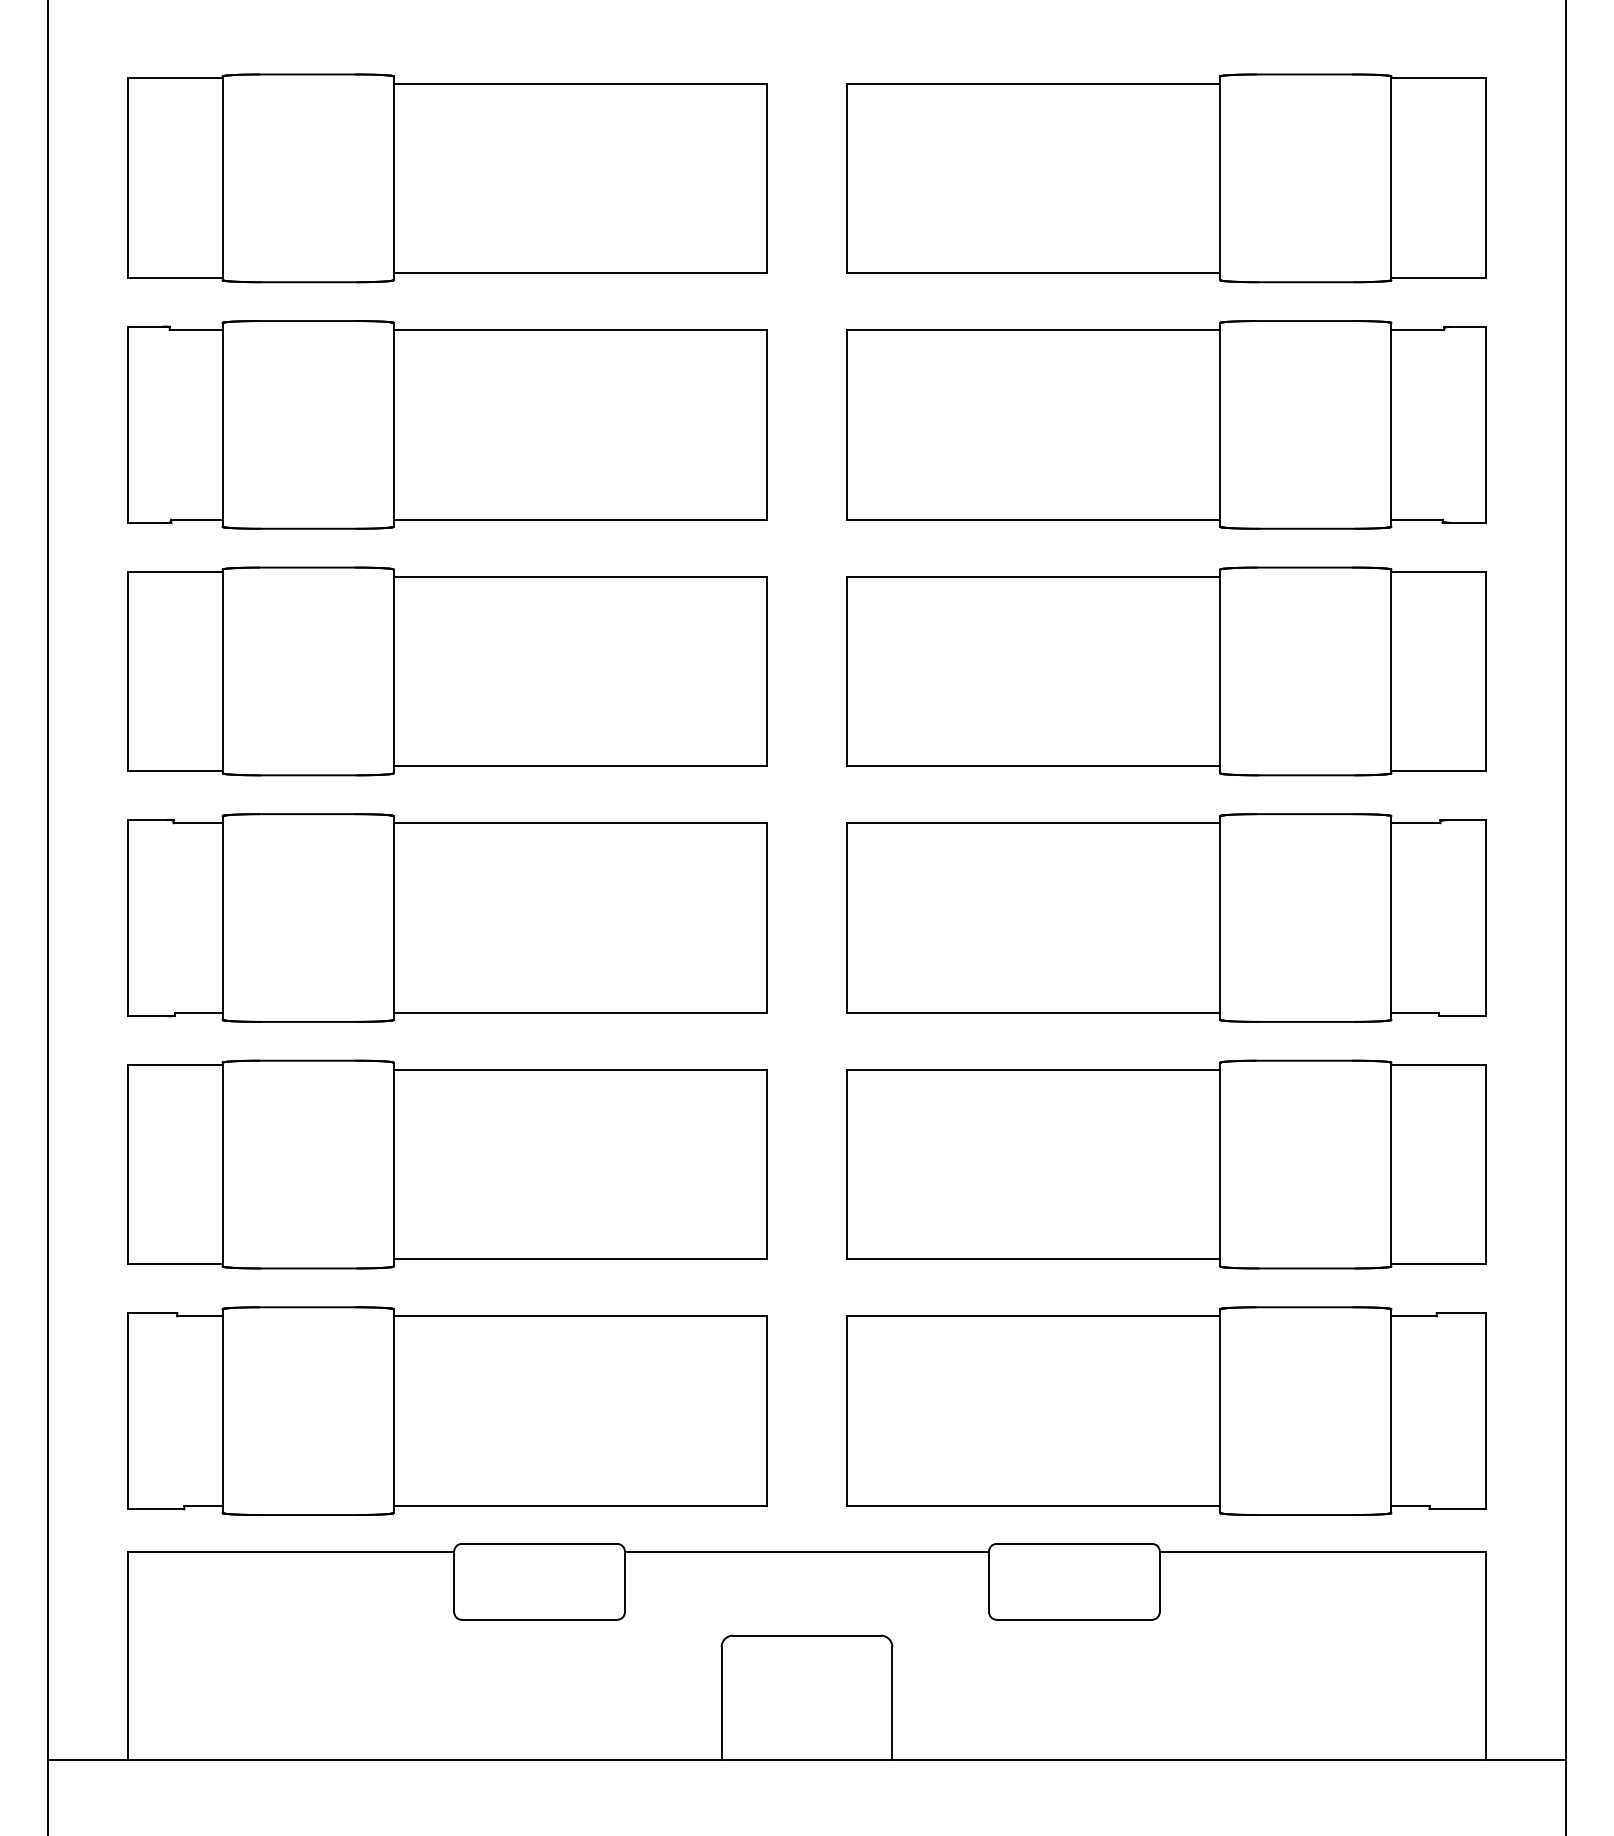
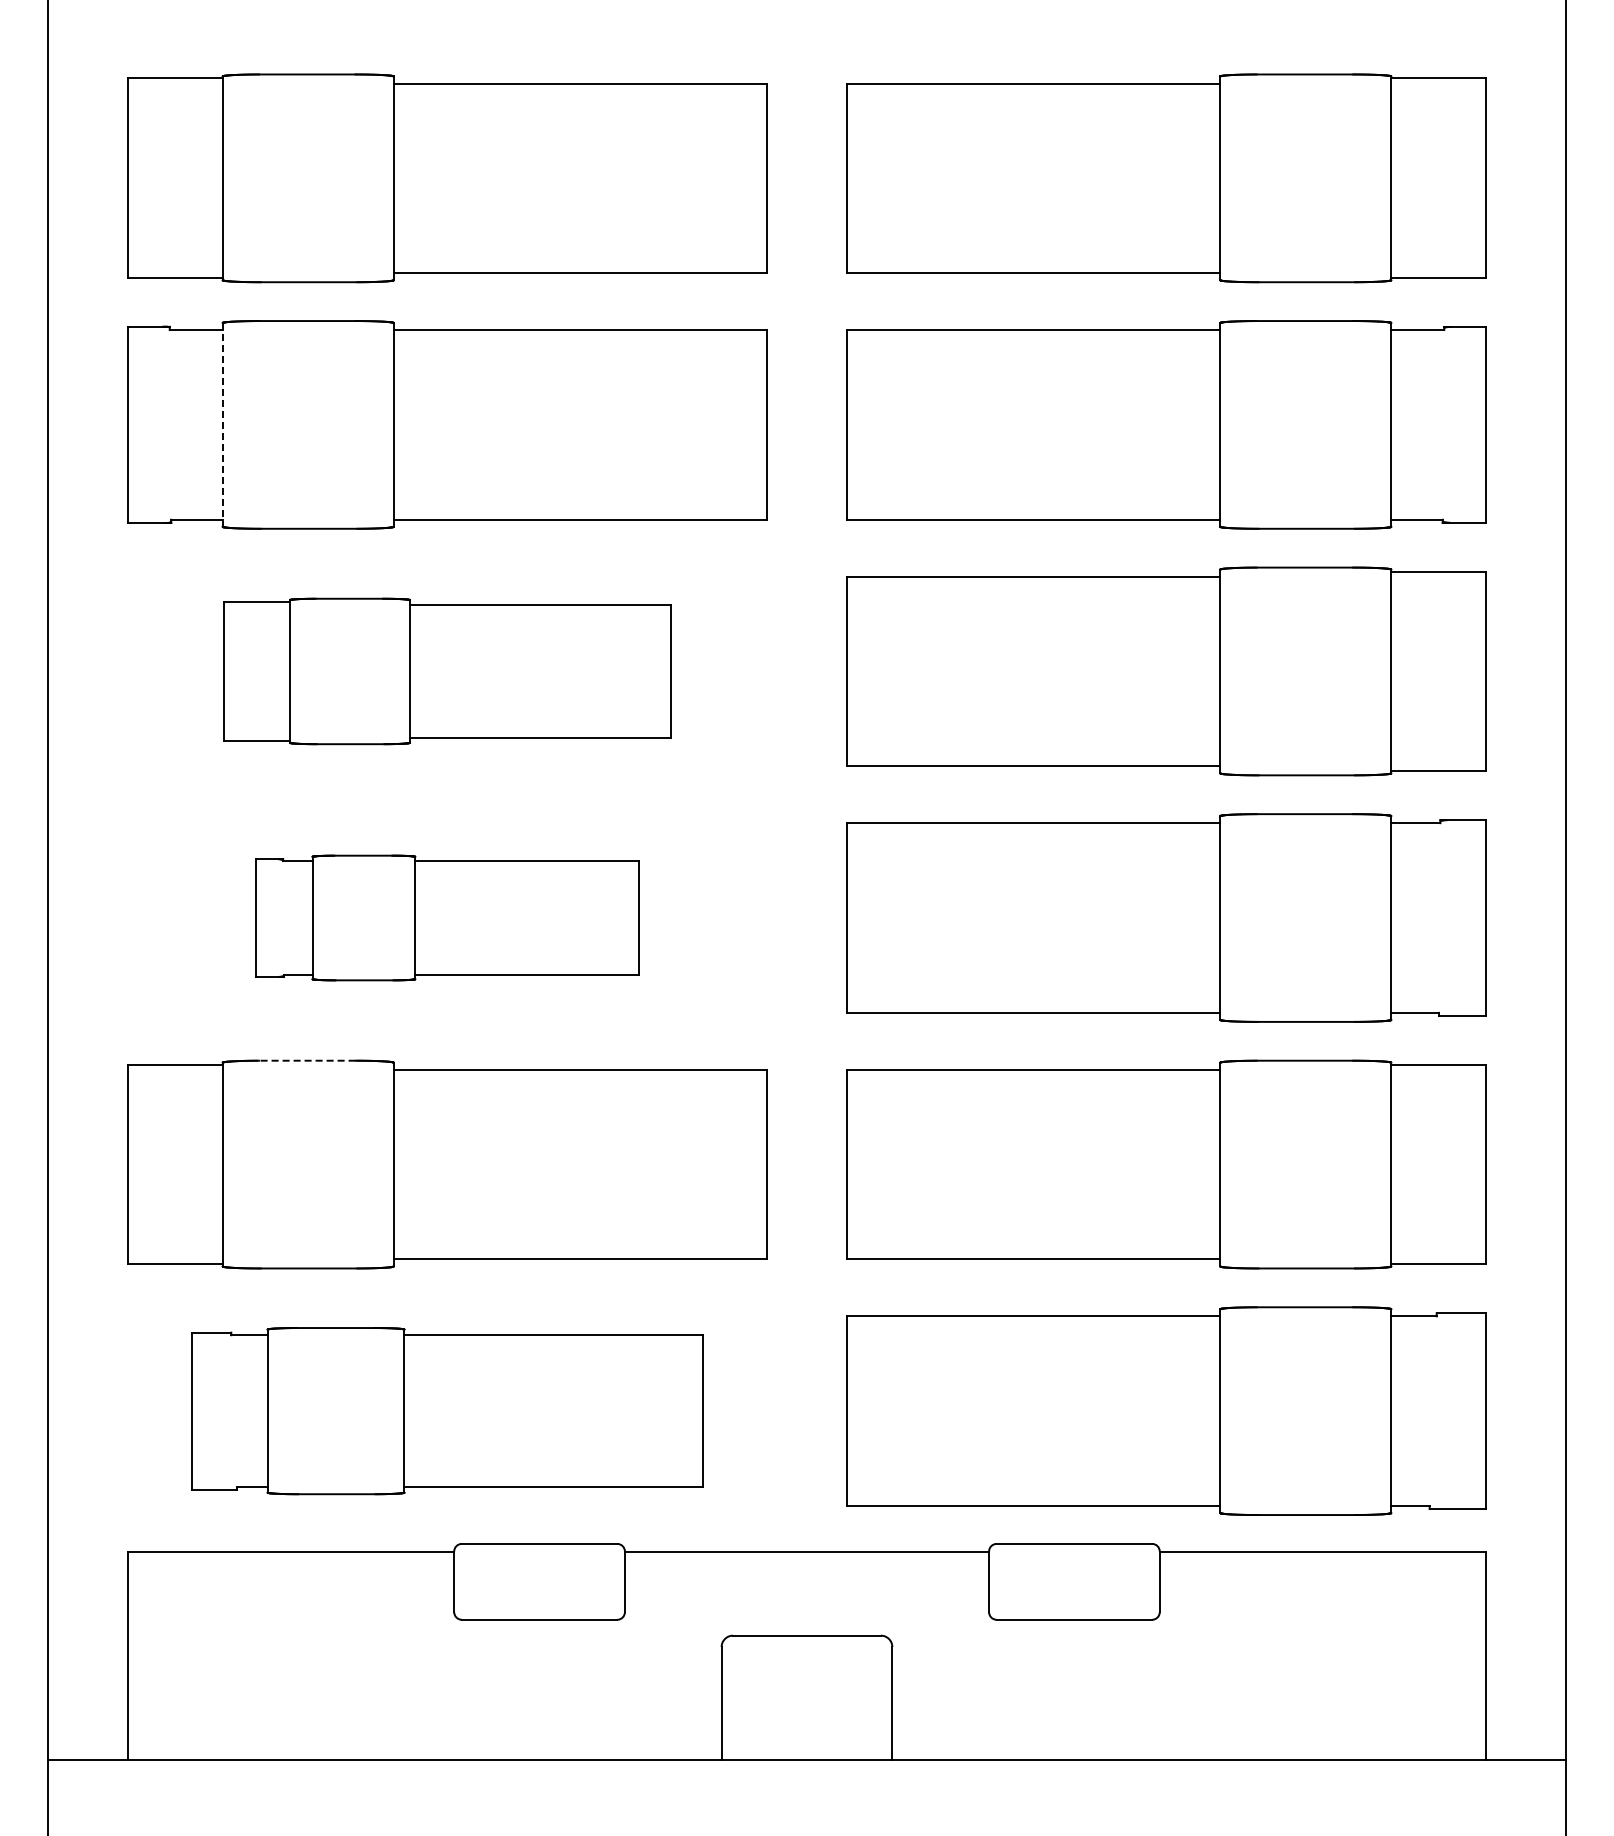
line at (222, 424): solid -> dashed
part at (447, 671) size: 641x211 px -> 449x149 px
part at (447, 917) size: 641x210 px -> 385x128 px
line at (306, 1060): solid -> dashed
part at (447, 1410) size: 641x210 px -> 513x169 px
